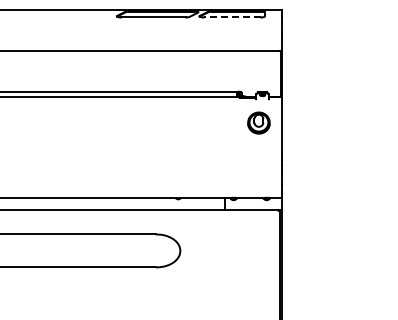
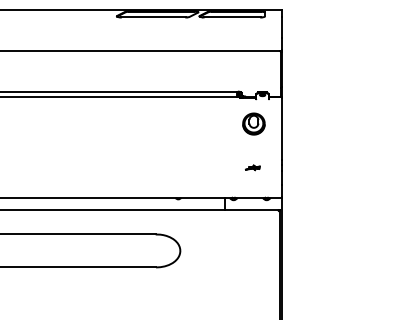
line at (232, 17): dashed -> solid
part at (258, 122) position: (258, 122) -> (253, 123)
part at (252, 167): none -> present
